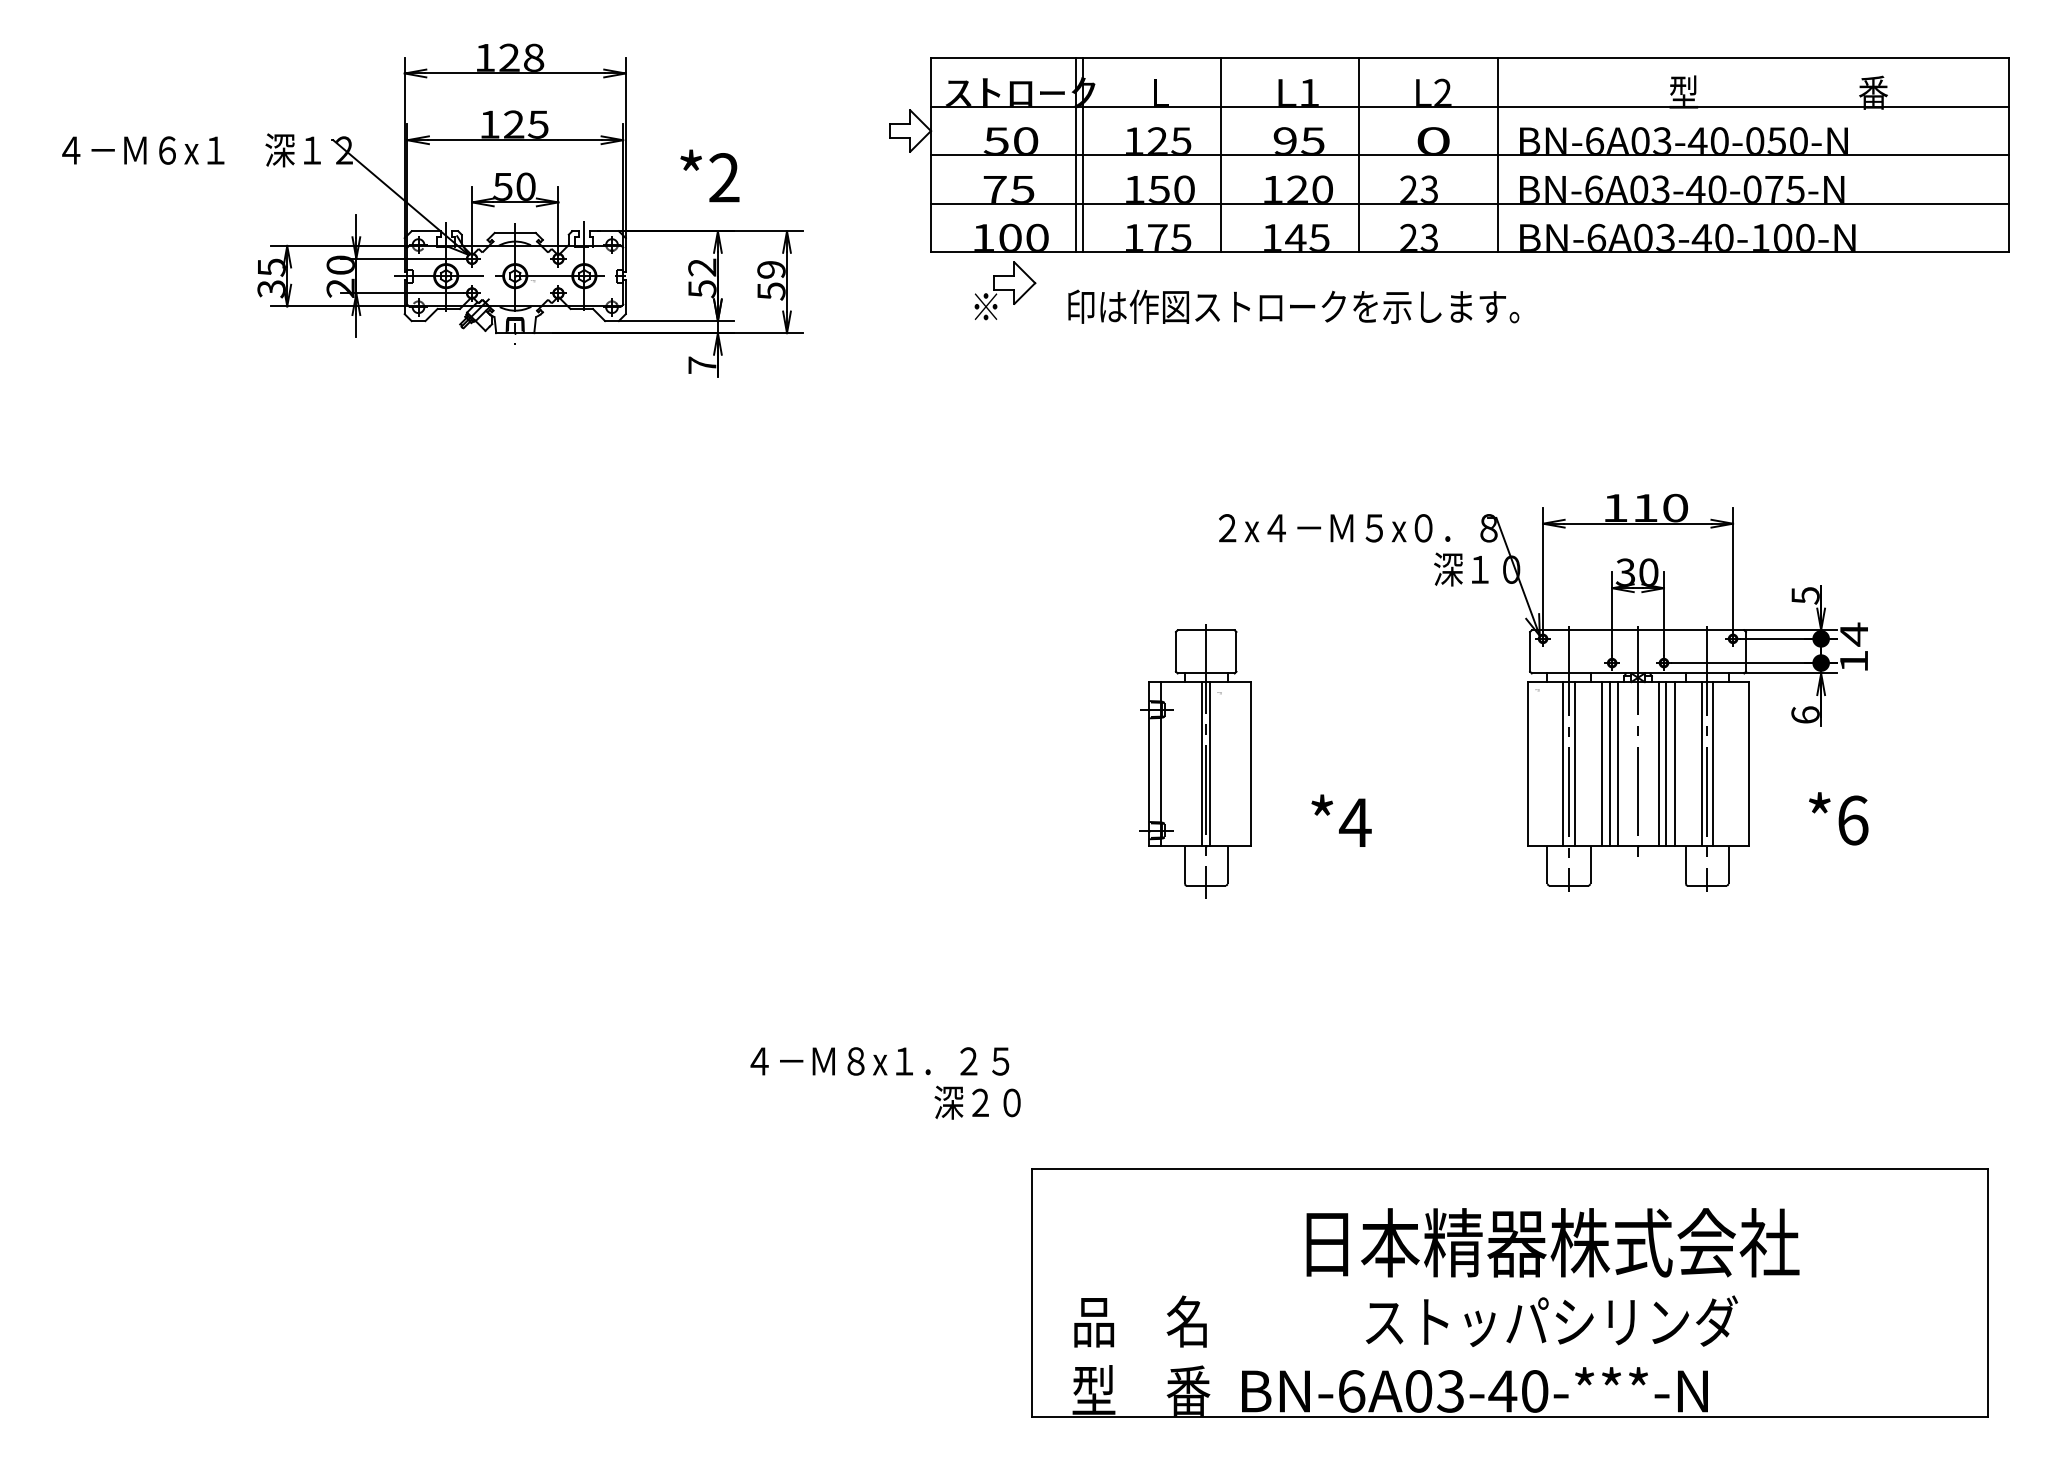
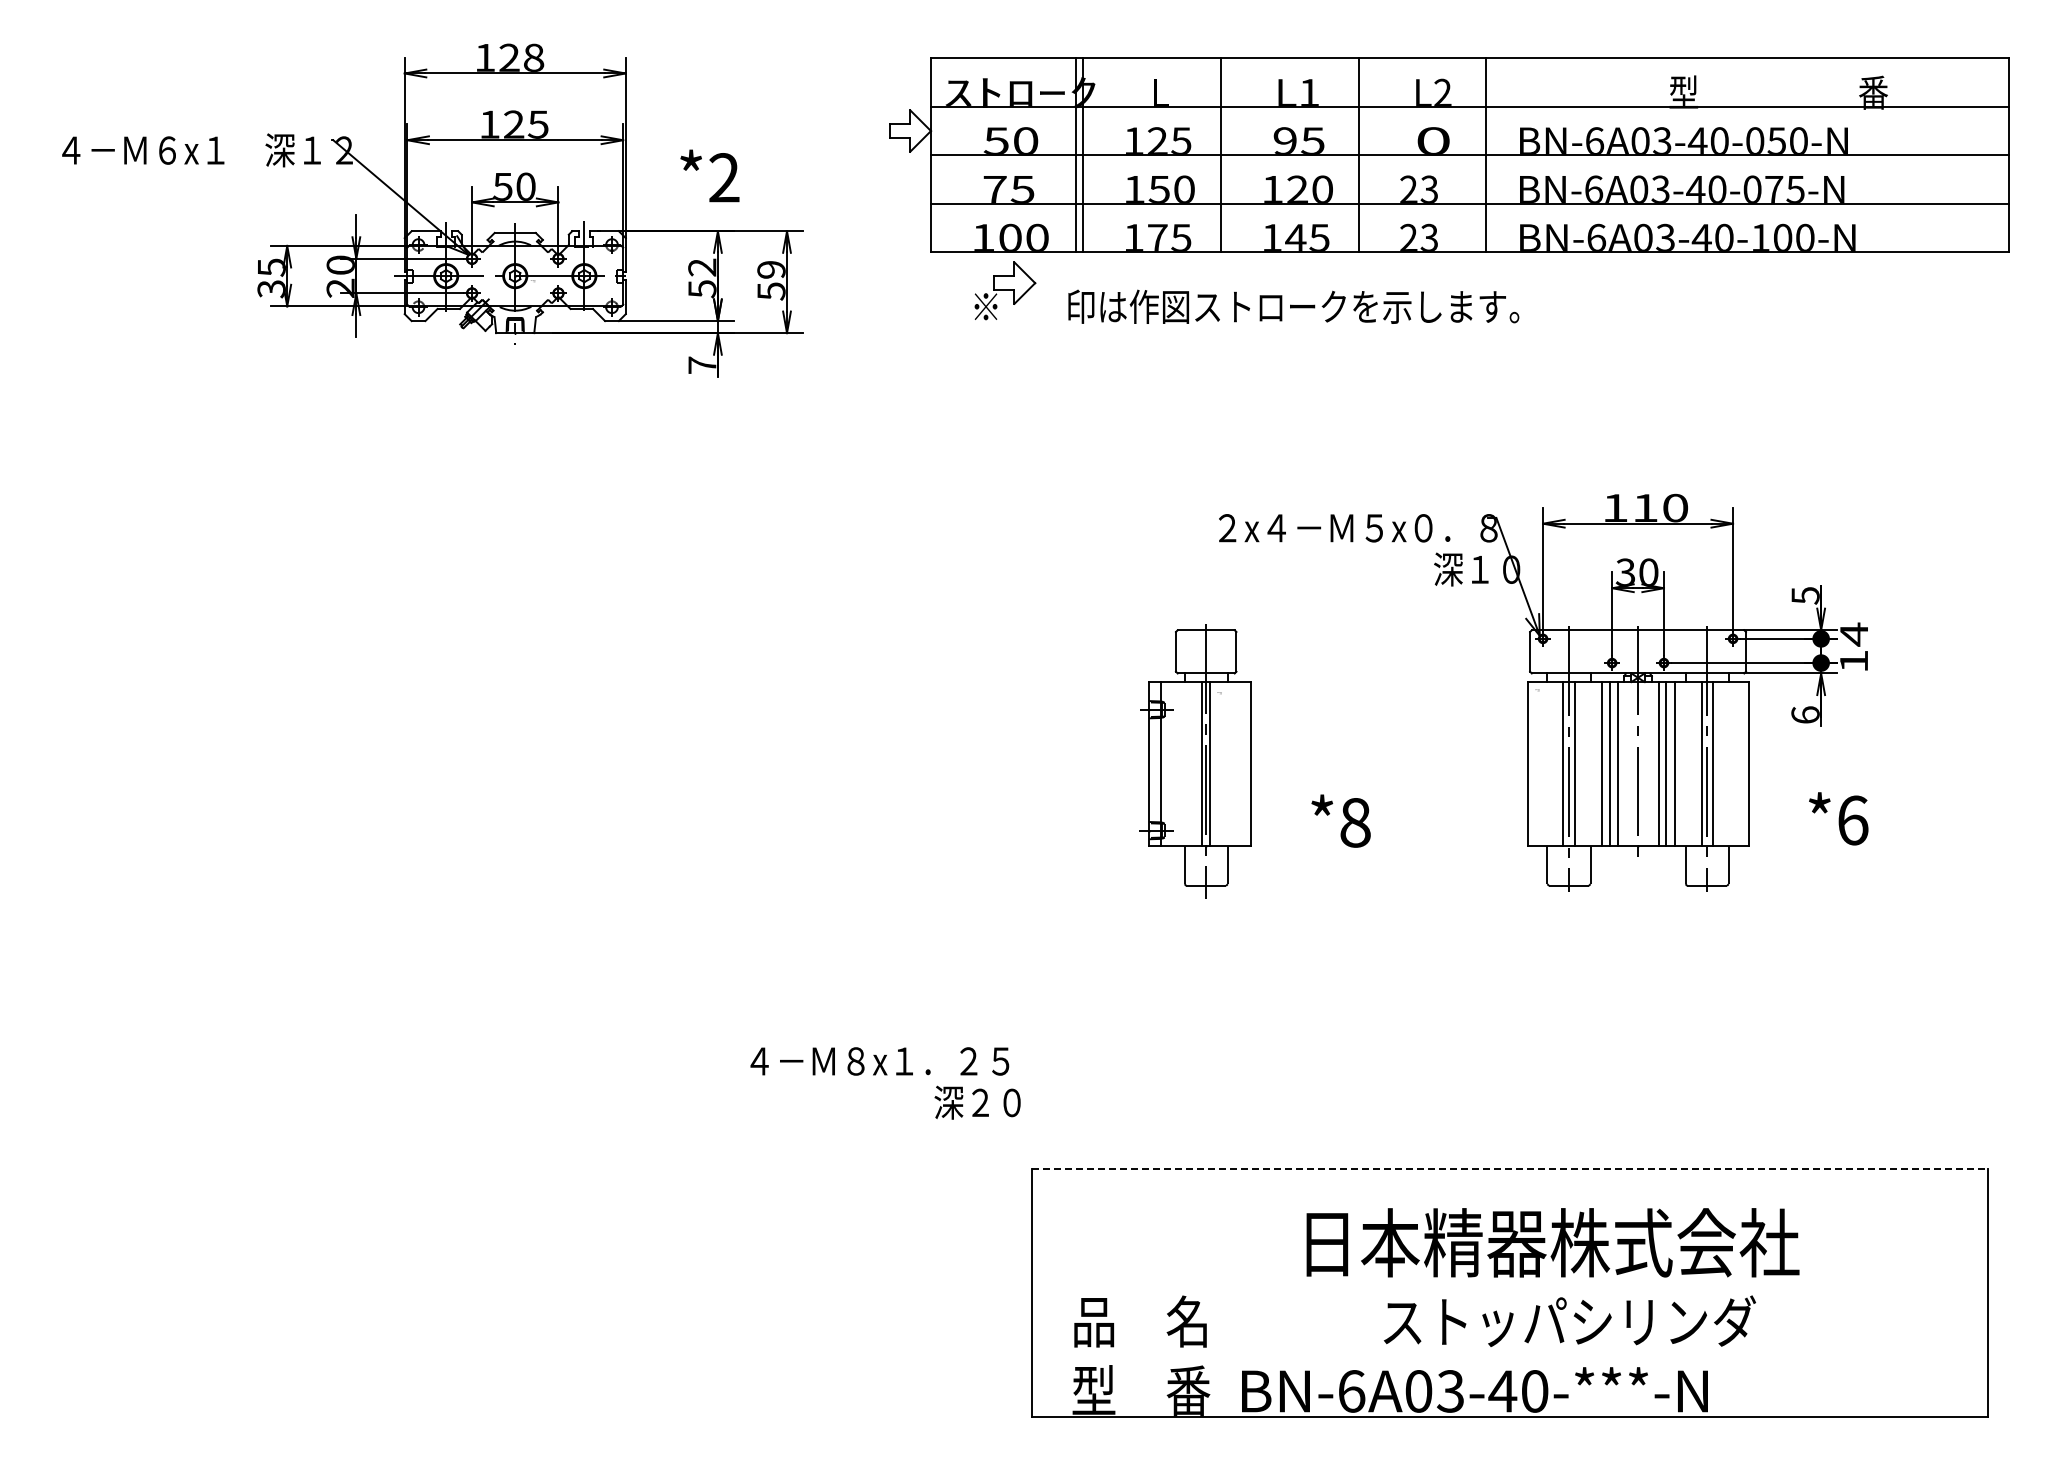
line at (1497, 154) position: (1497, 154) -> (1485, 154)
text at (1355, 822): *4 -> *8
line at (1510, 1168): solid -> dashed
text at (1552, 1320) position: (1552, 1320) -> (1570, 1320)
